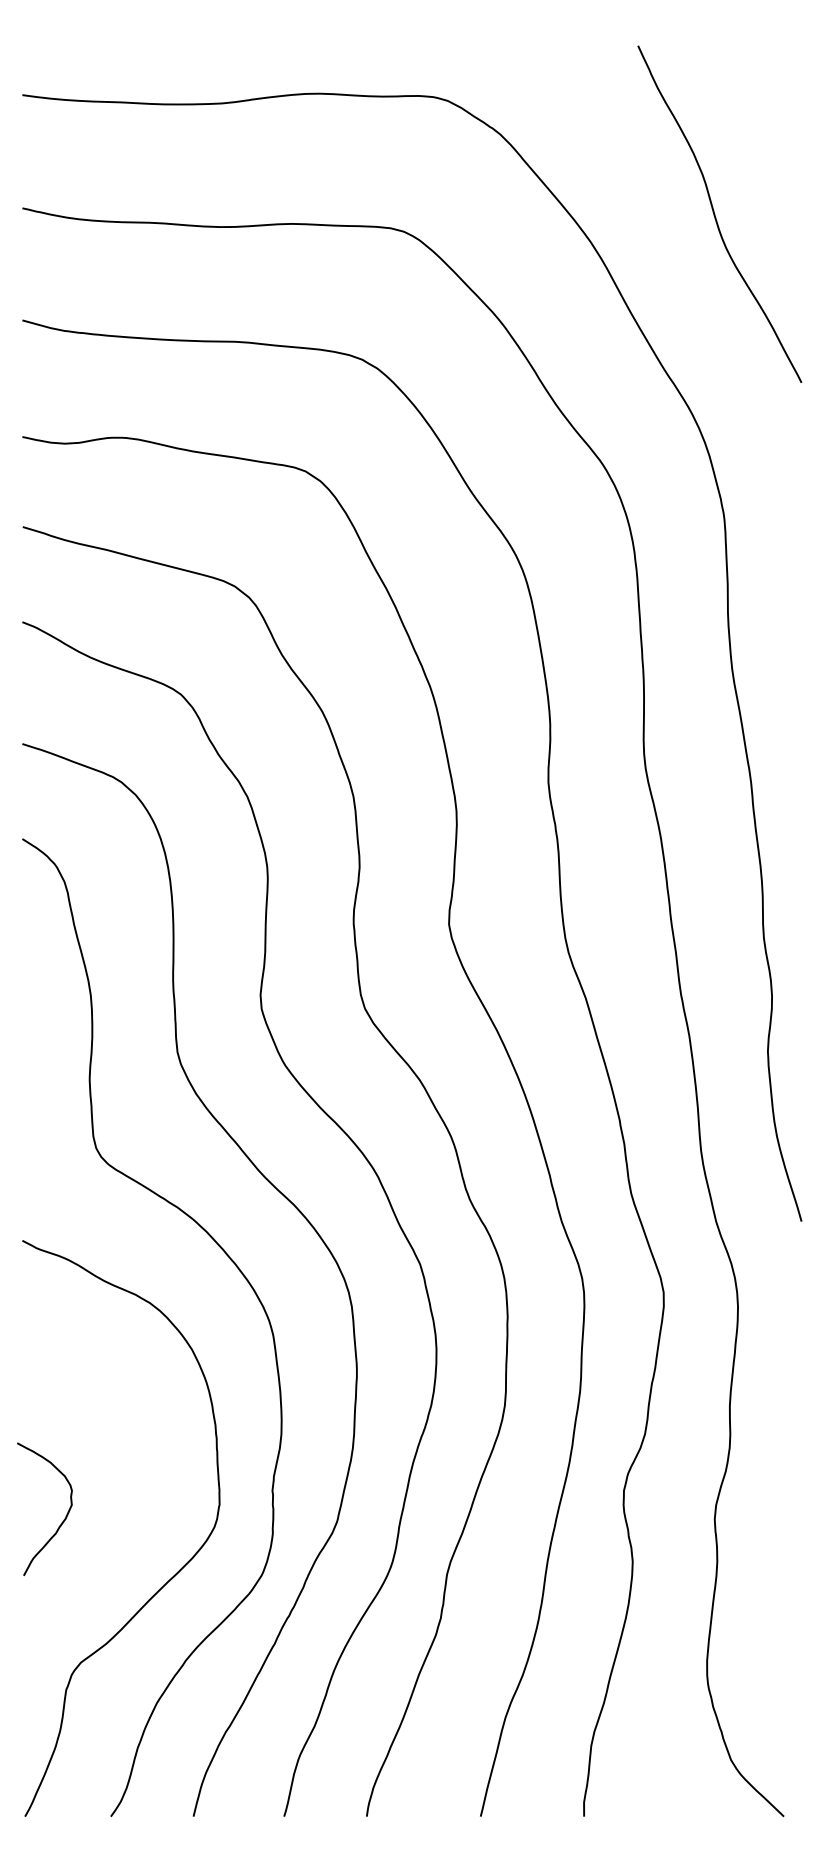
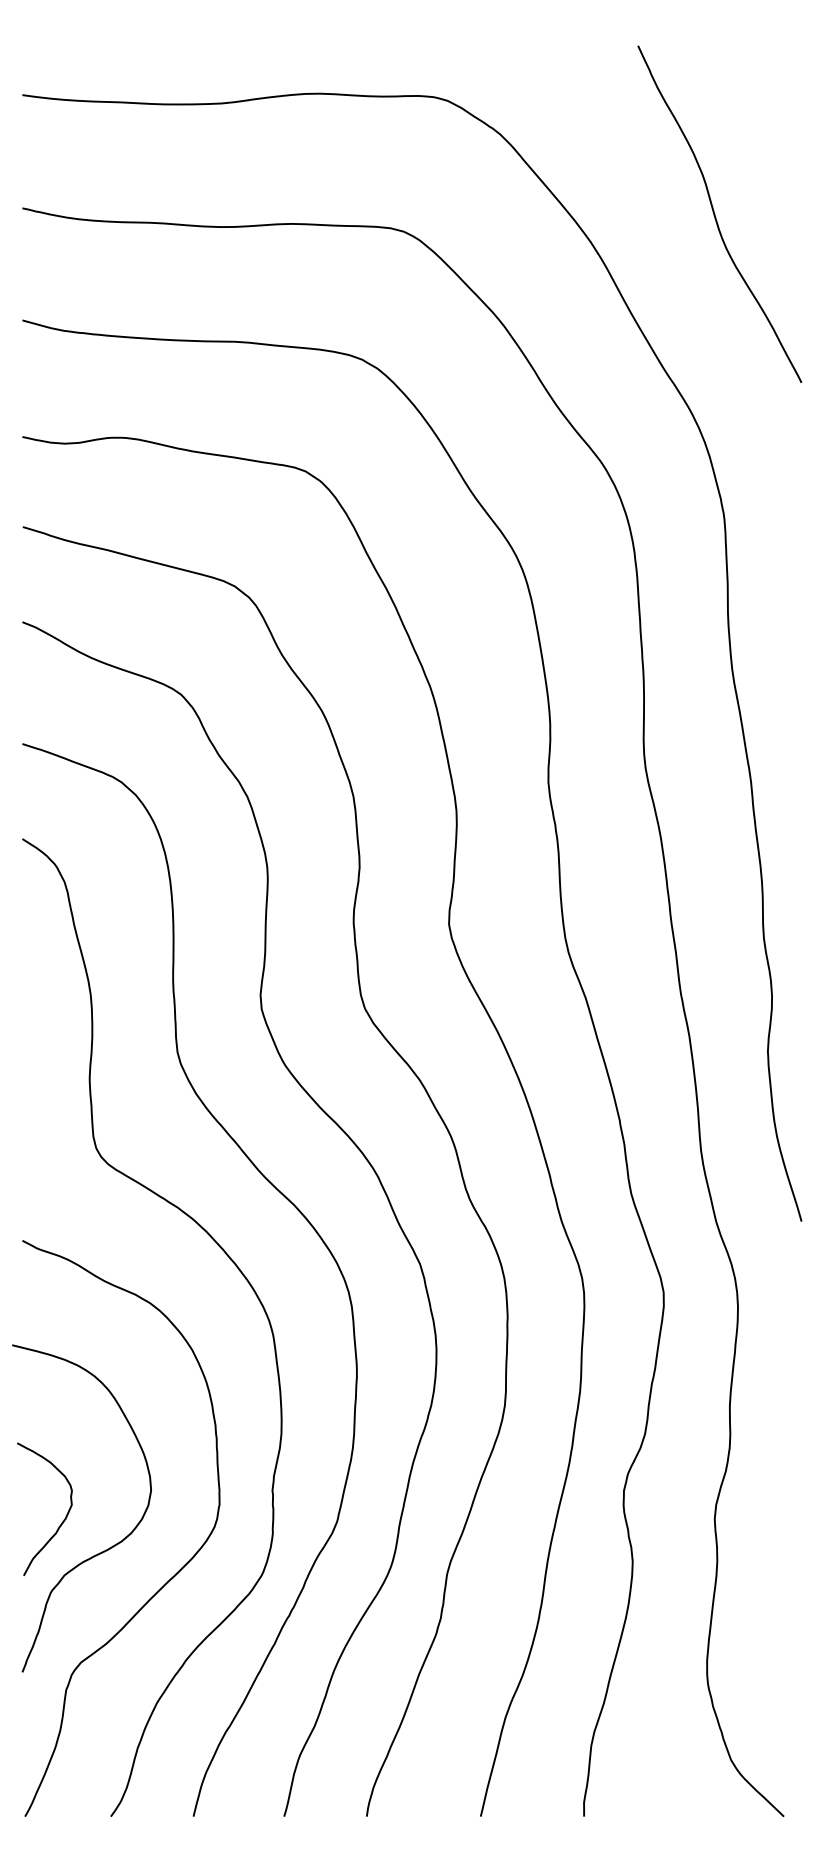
curve at (103, 1550): none -> present
